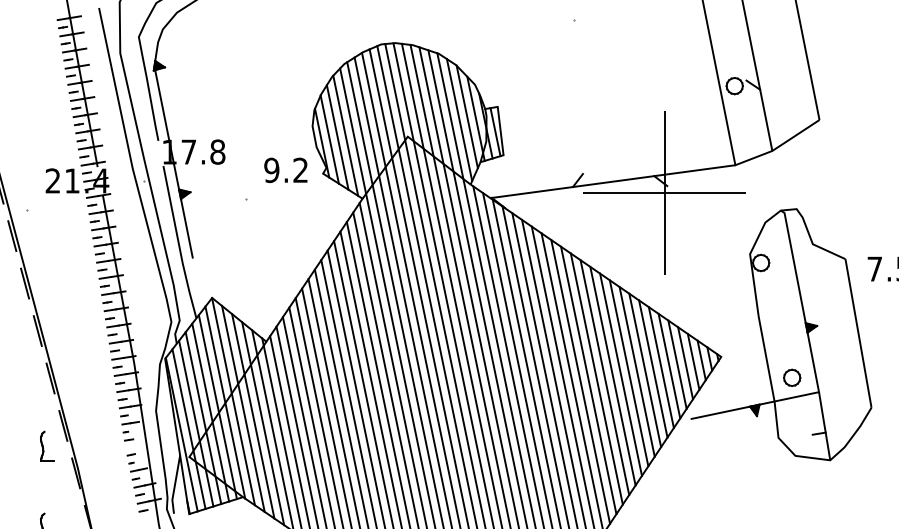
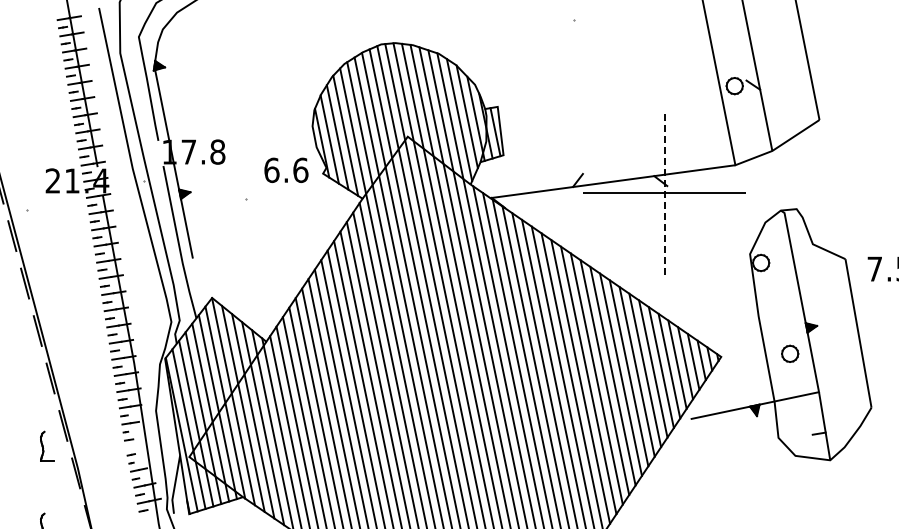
text at (286, 170): 9.2 -> 6.6
line at (664, 192): solid -> dashed
part at (792, 377) position: (792, 377) -> (790, 353)
